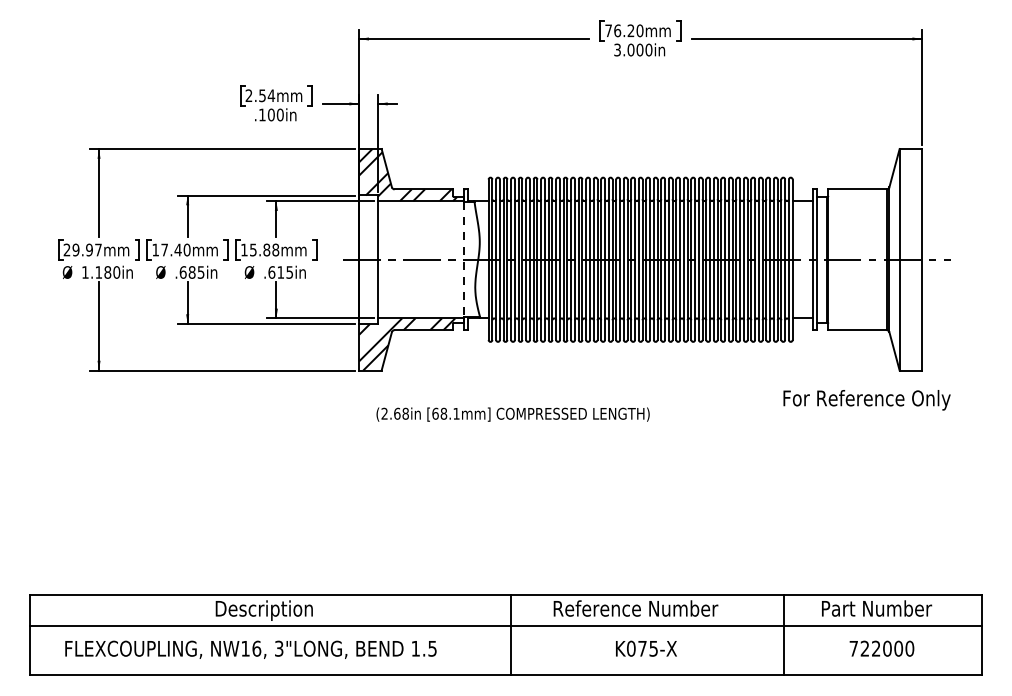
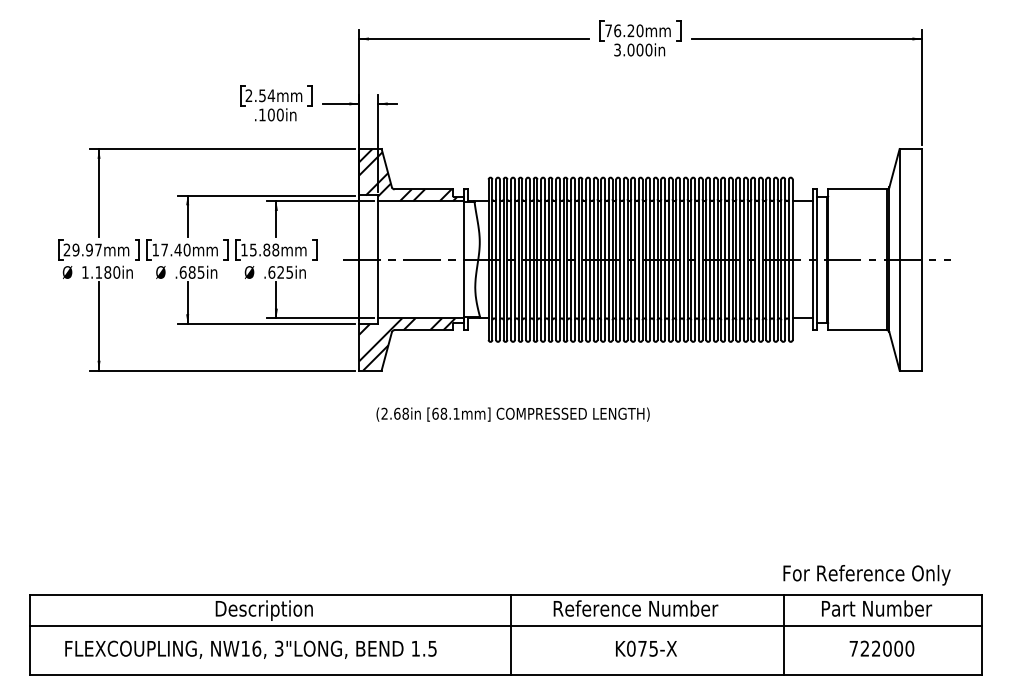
line at (464, 259): dashed -> solid
text at (280, 272): .615in -> .625in
text at (866, 400) position: (866, 400) -> (866, 575)
